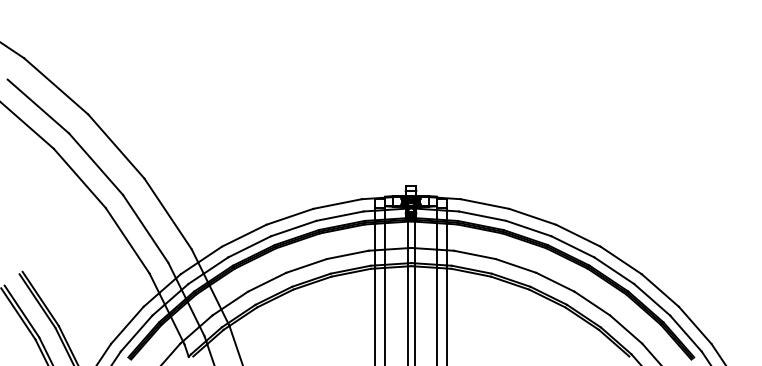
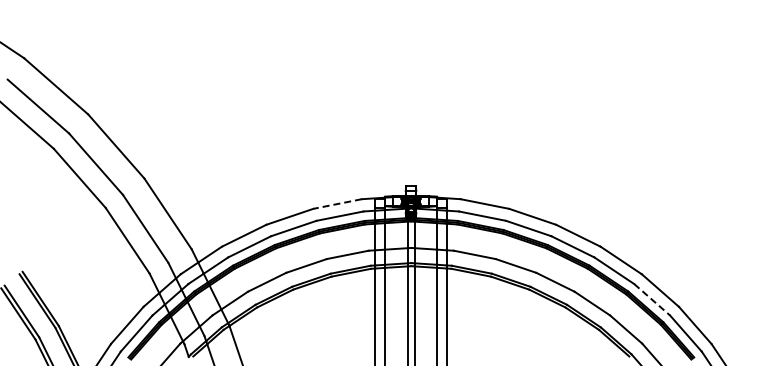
line at (337, 204): solid -> dashed
line at (652, 299): solid -> dashed
